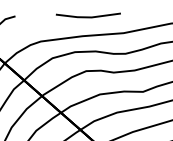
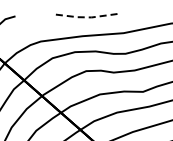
line at (88, 17): solid -> dashed
